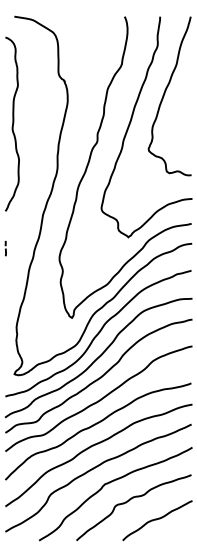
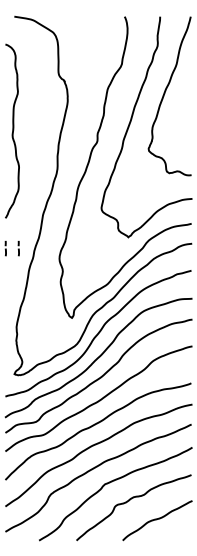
curve at (12, 123) position: (12, 123) -> (12, 130)
line at (18, 248): none -> present
